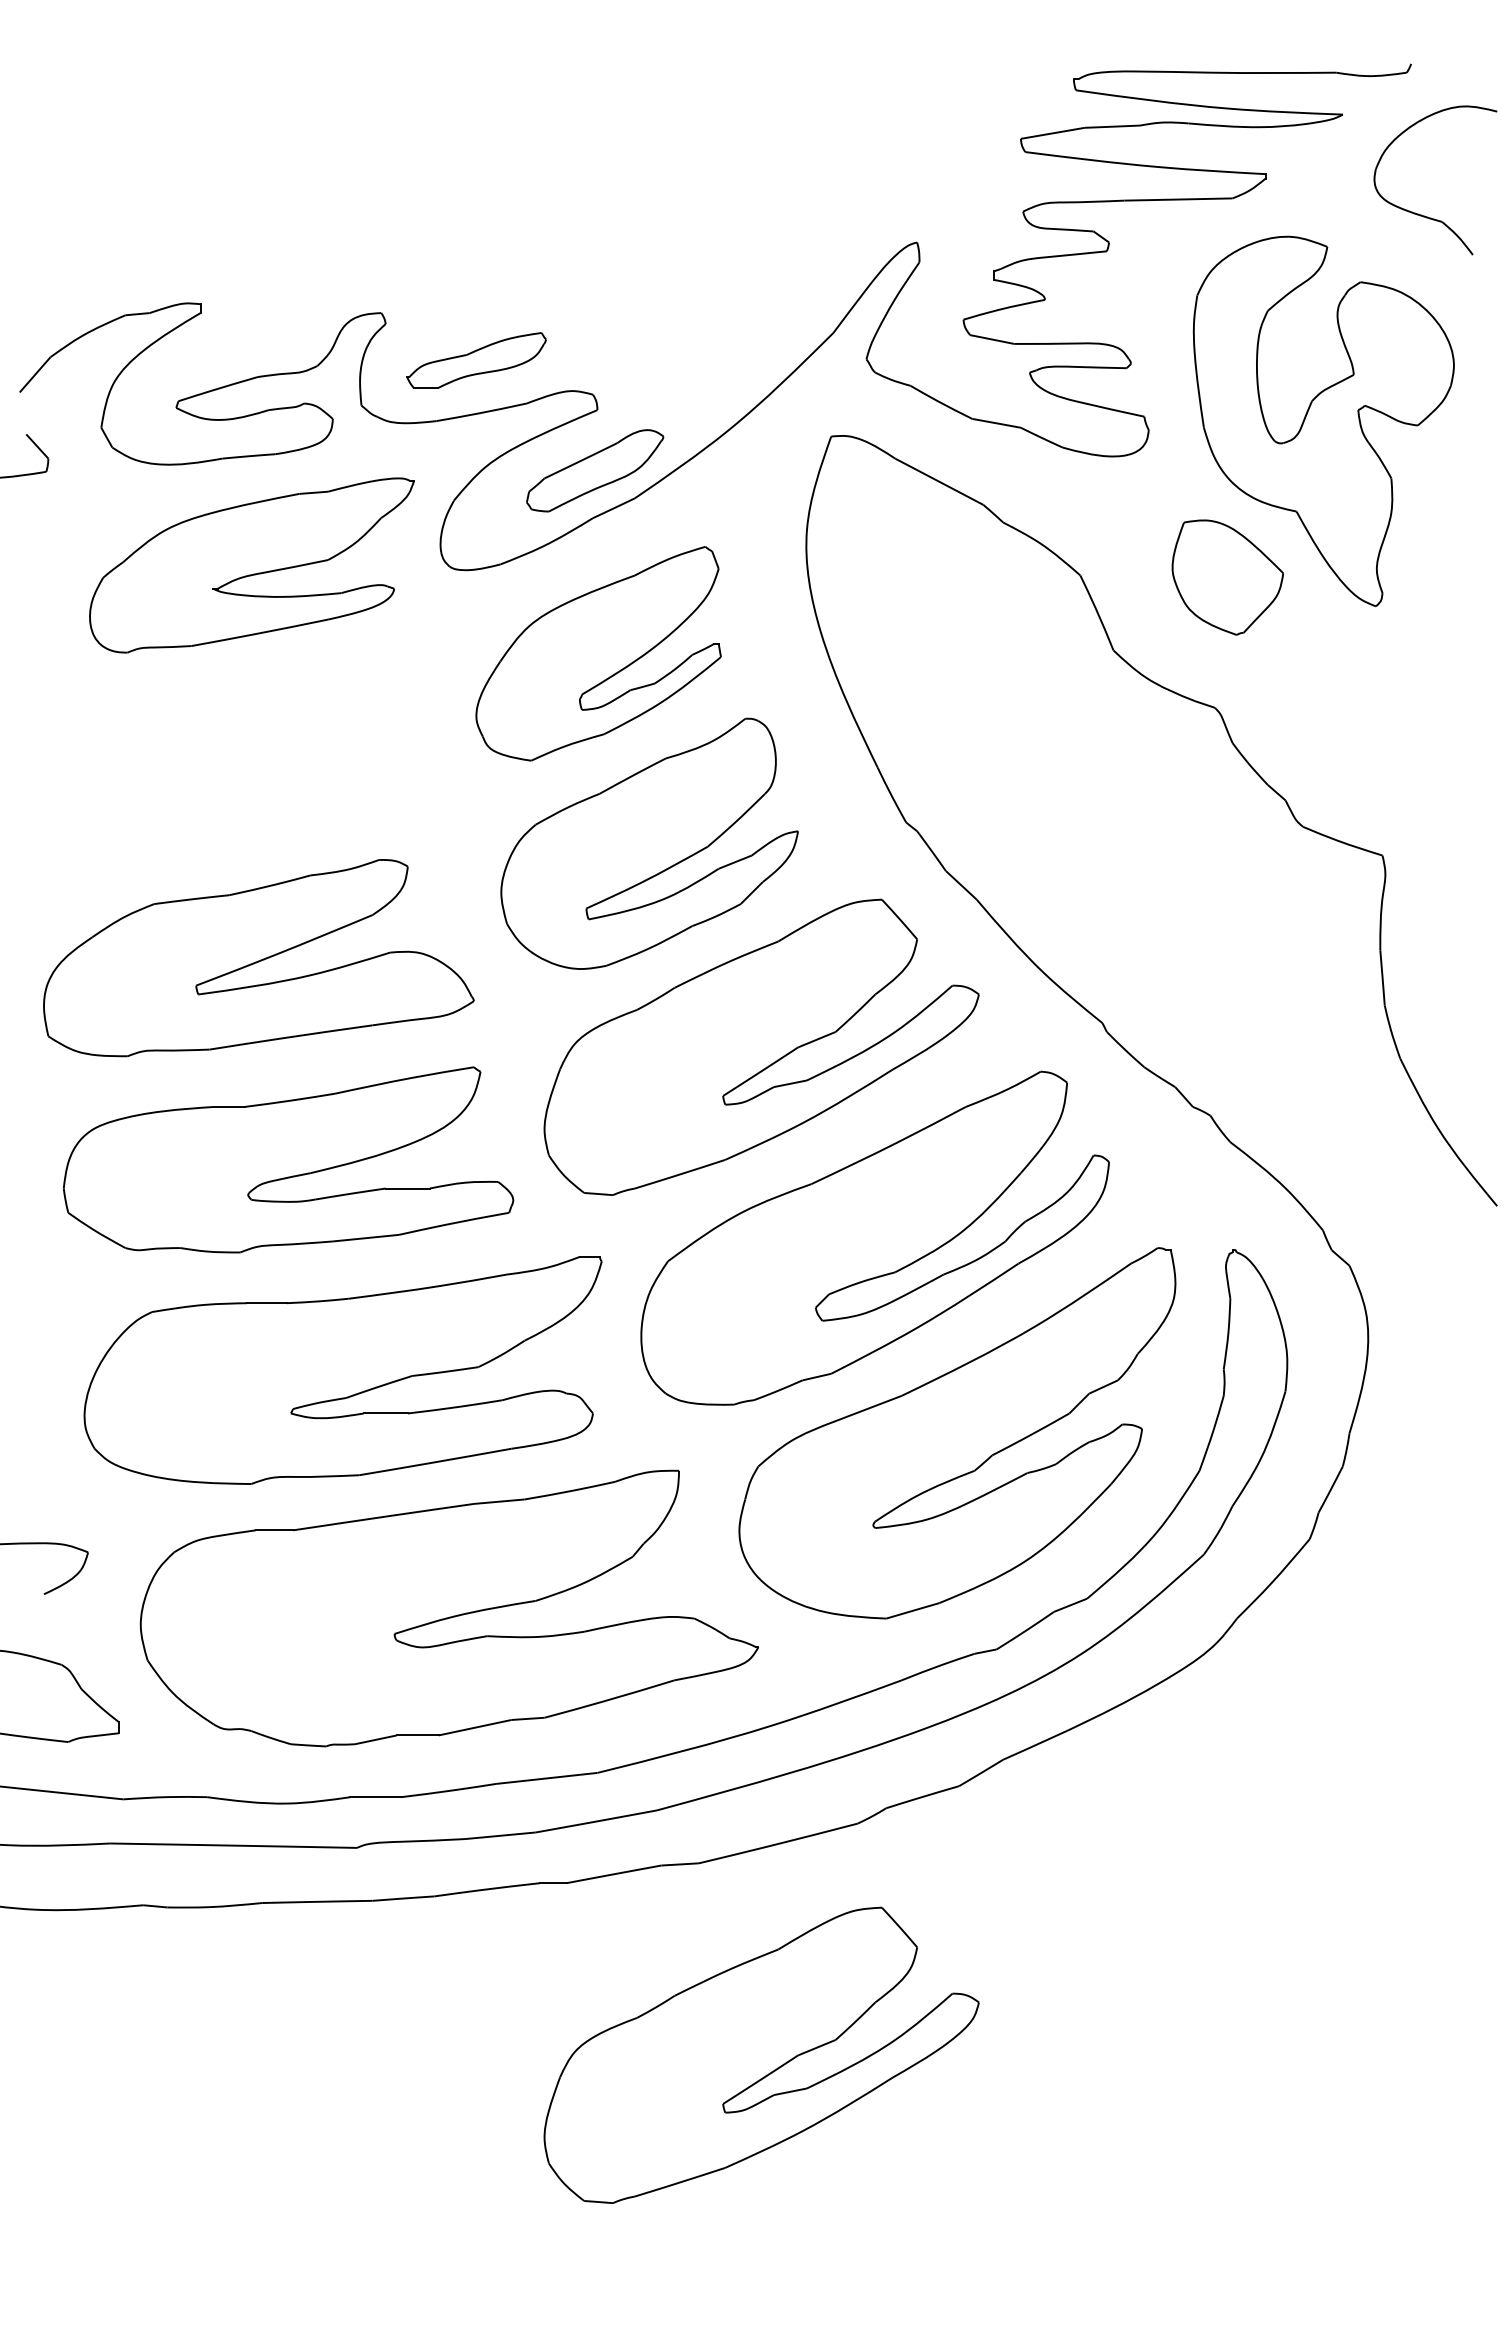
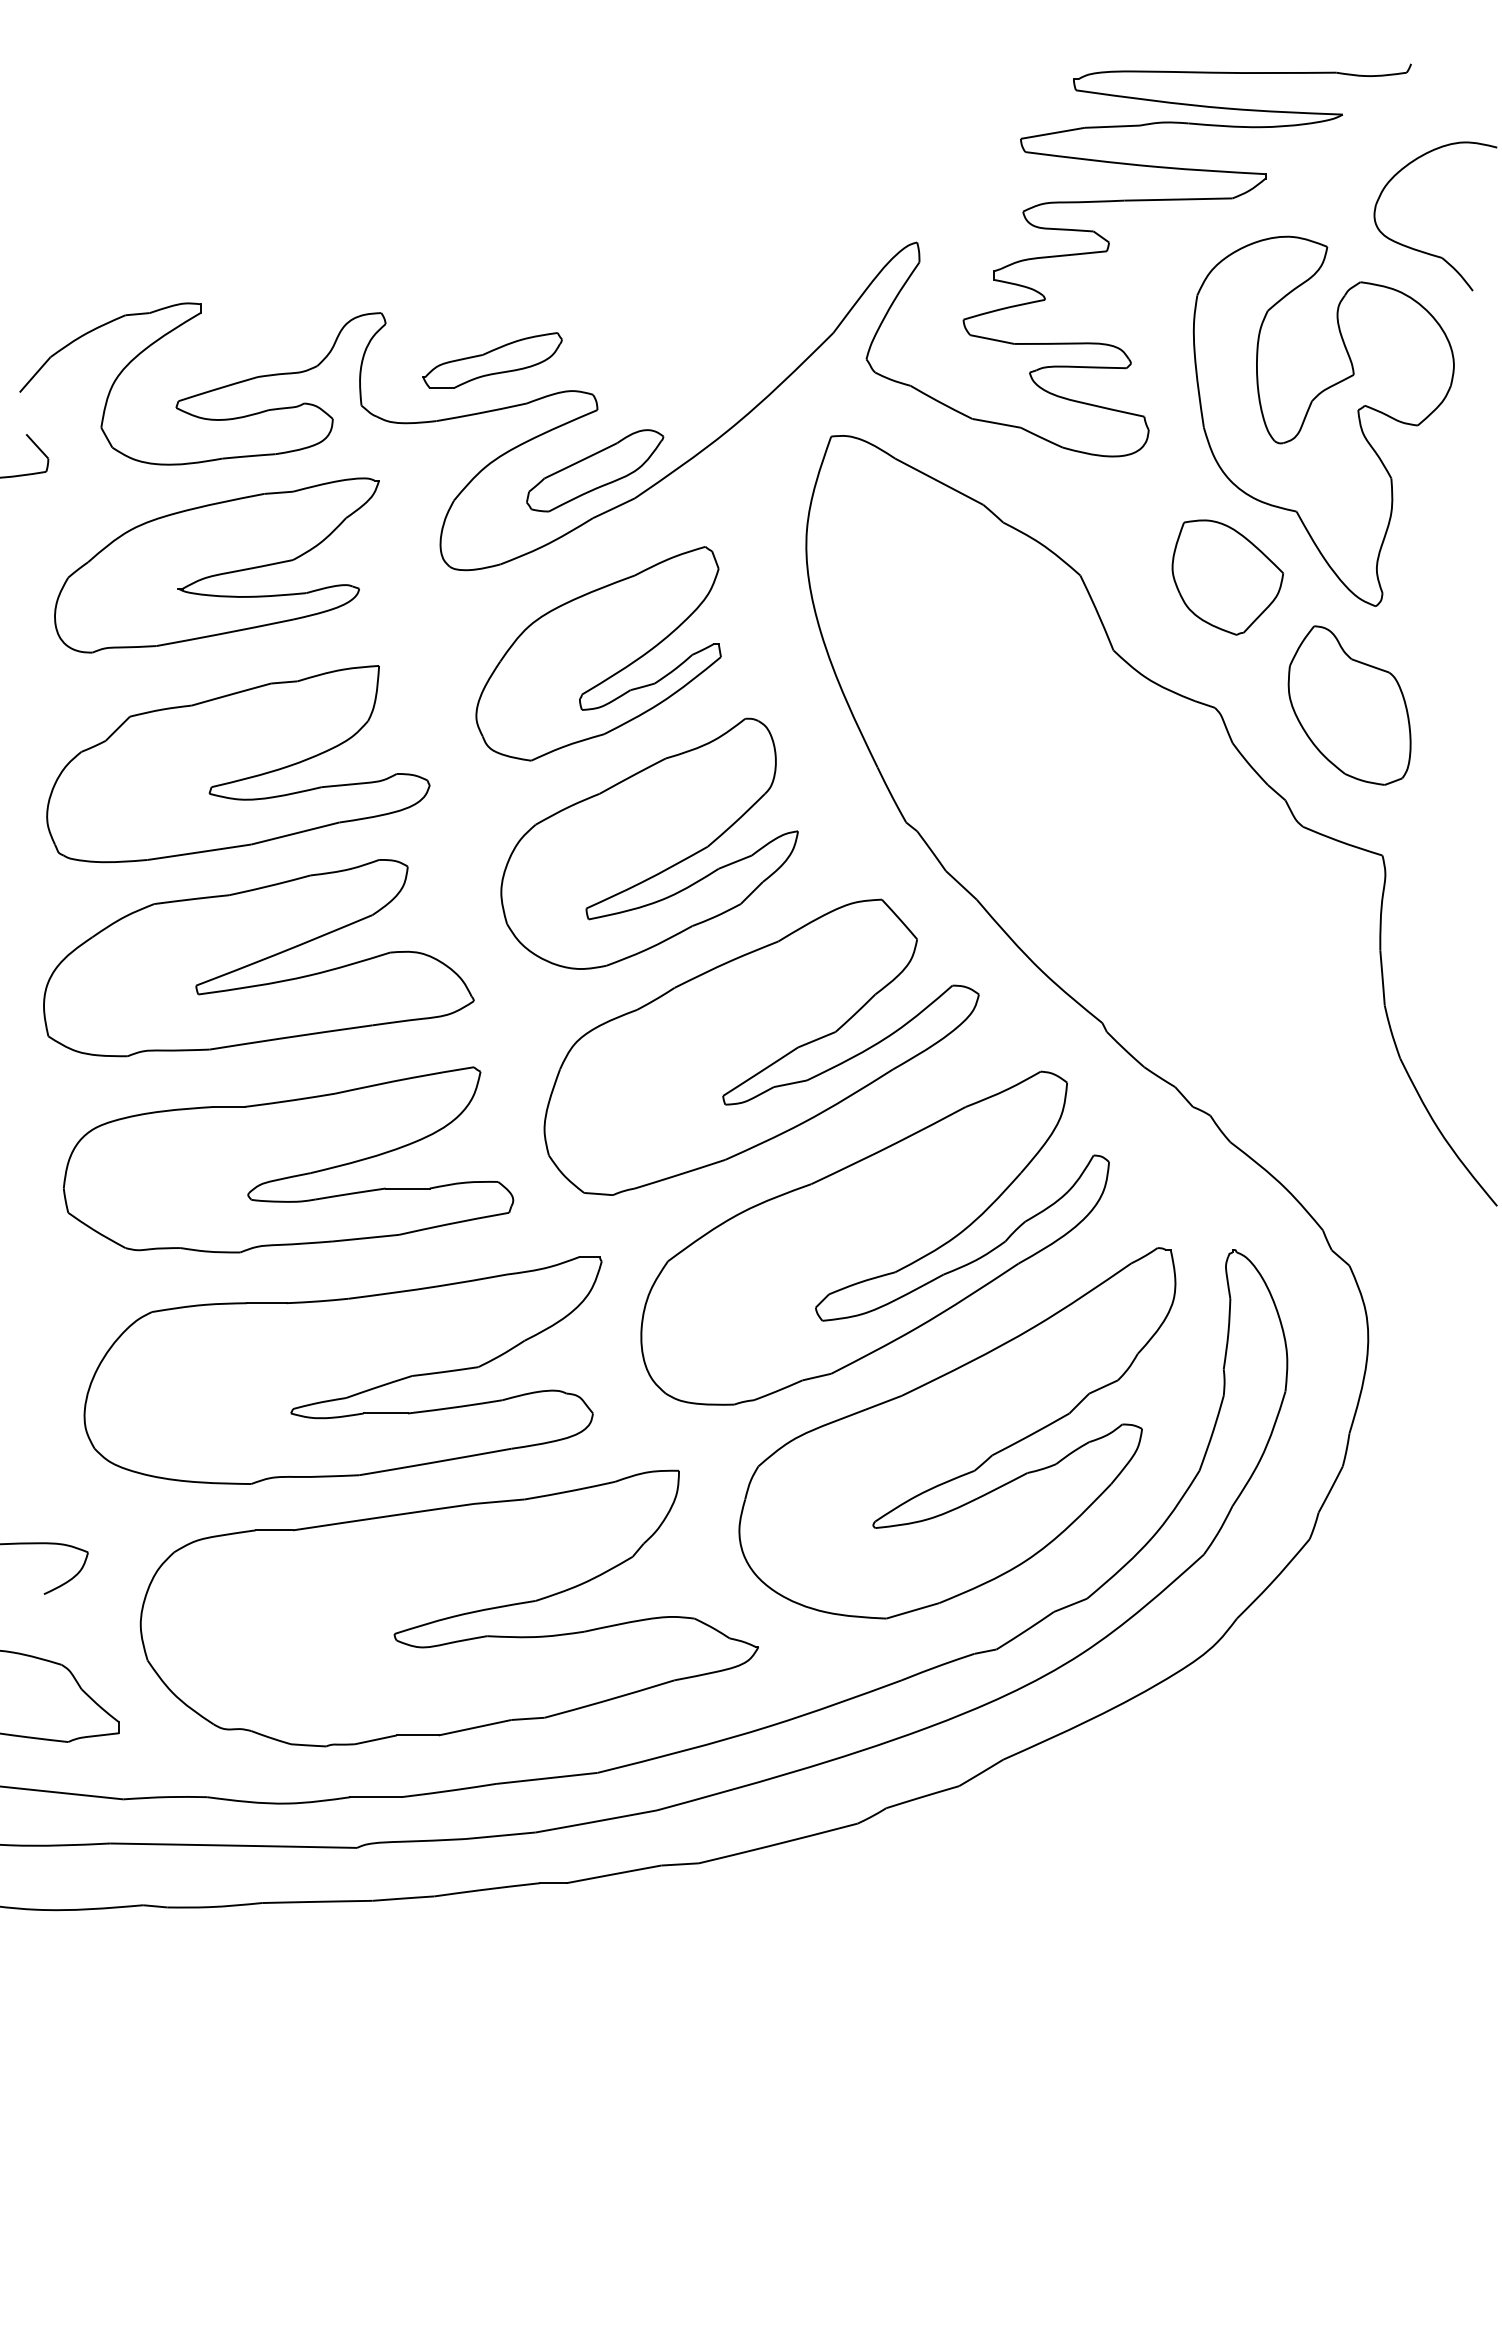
part at (1424, 215) position: (1424, 215) -> (1424, 251)
part at (476, 360) position: (476, 360) -> (492, 360)
part at (251, 565) position: (251, 565) -> (216, 565)
part at (1349, 705): none -> present
part at (238, 764): none -> present
part at (761, 2054): present -> none
